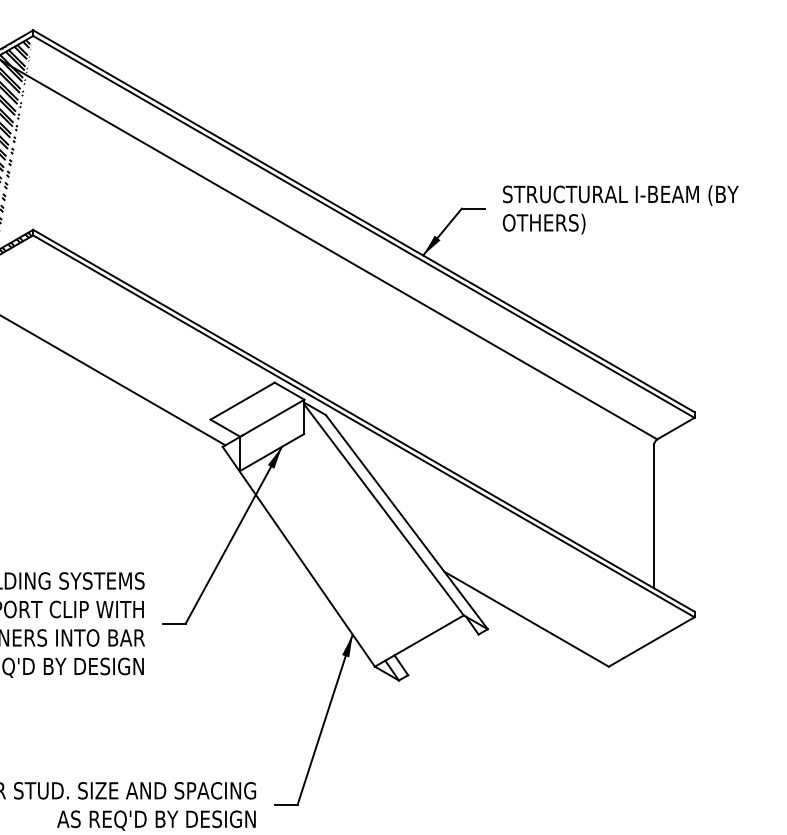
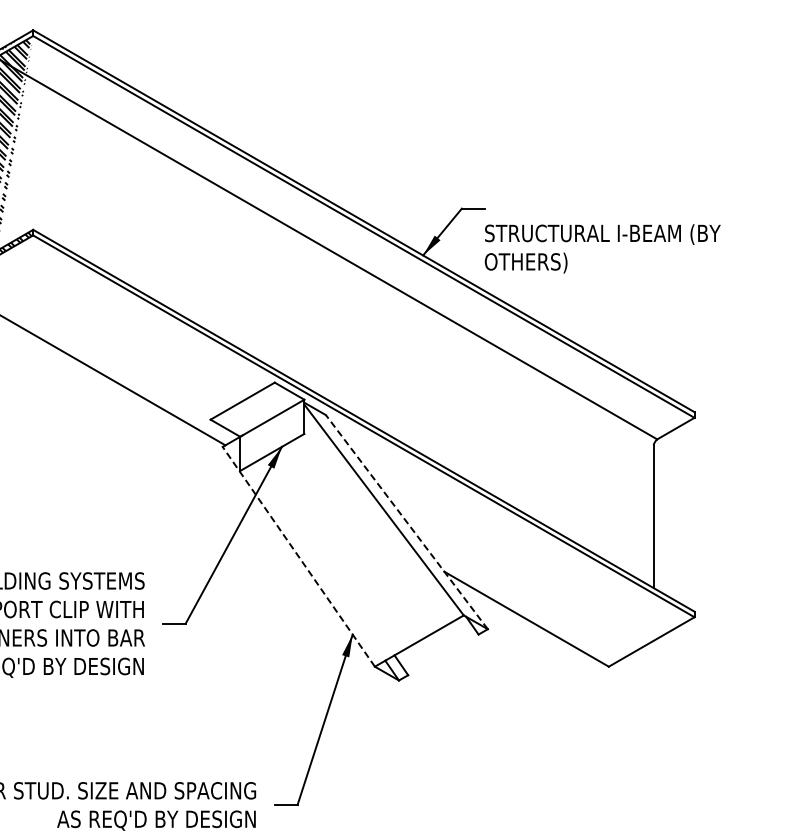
text at (620, 209) position: (620, 209) -> (602, 248)
line at (406, 521): solid -> dashed
line at (298, 556): solid -> dashed
